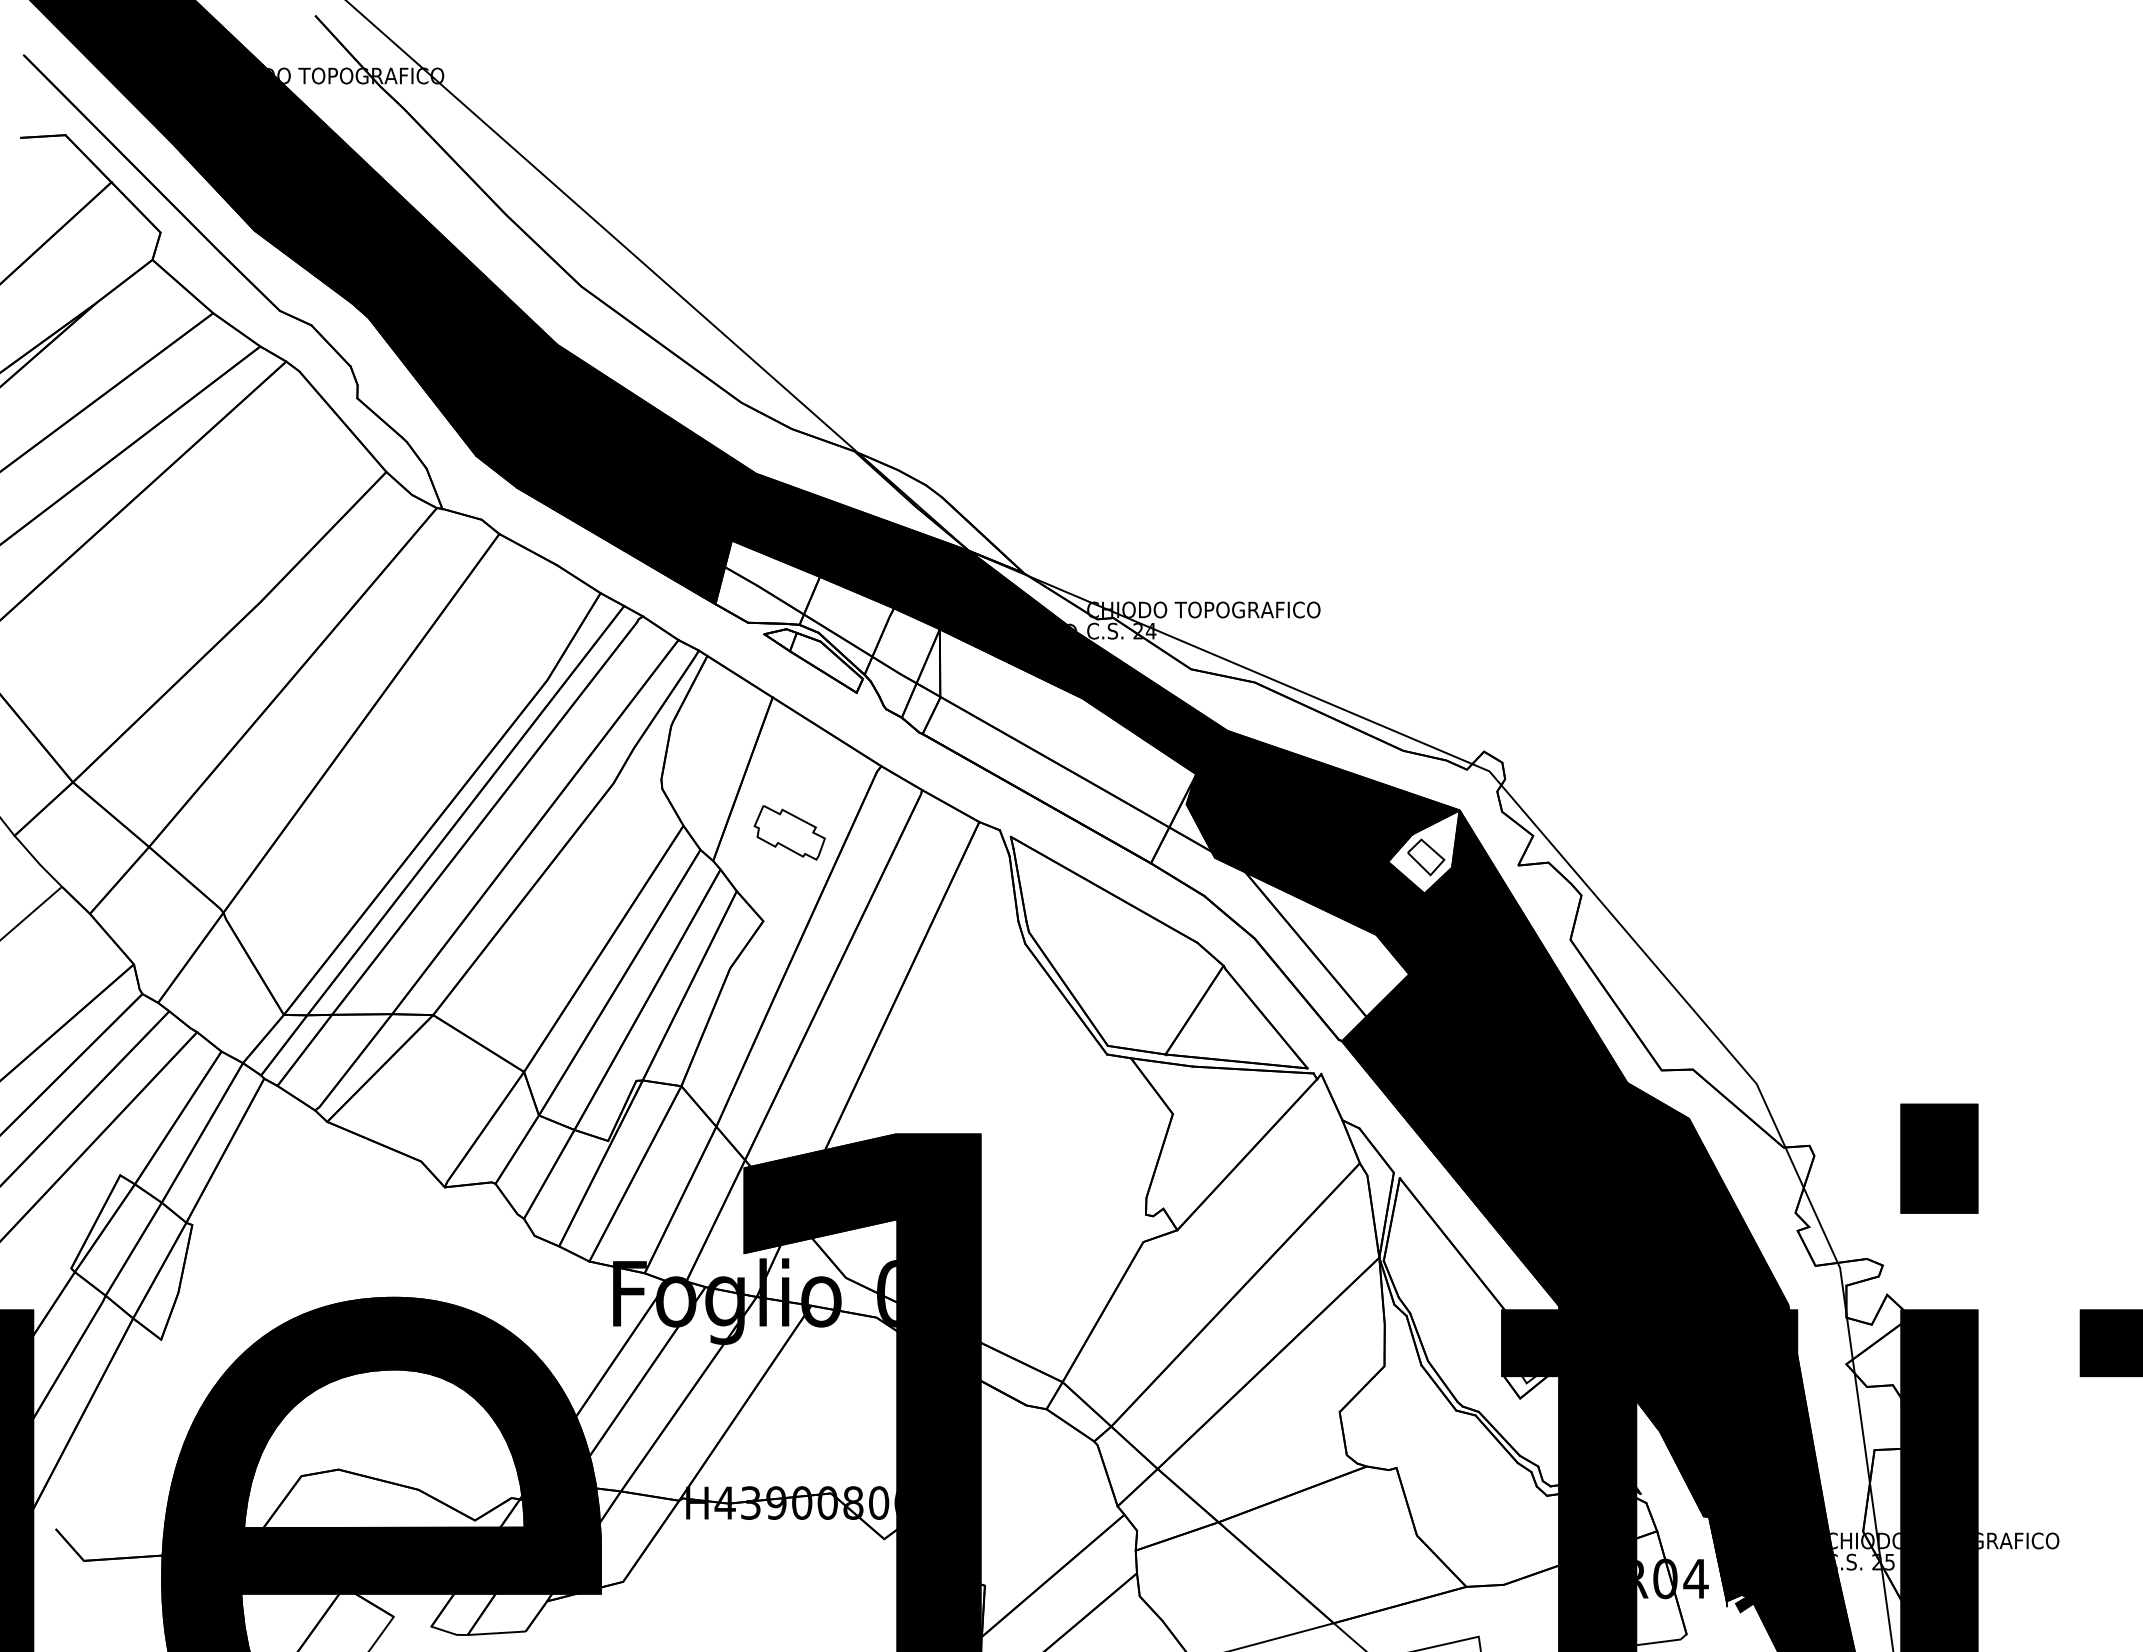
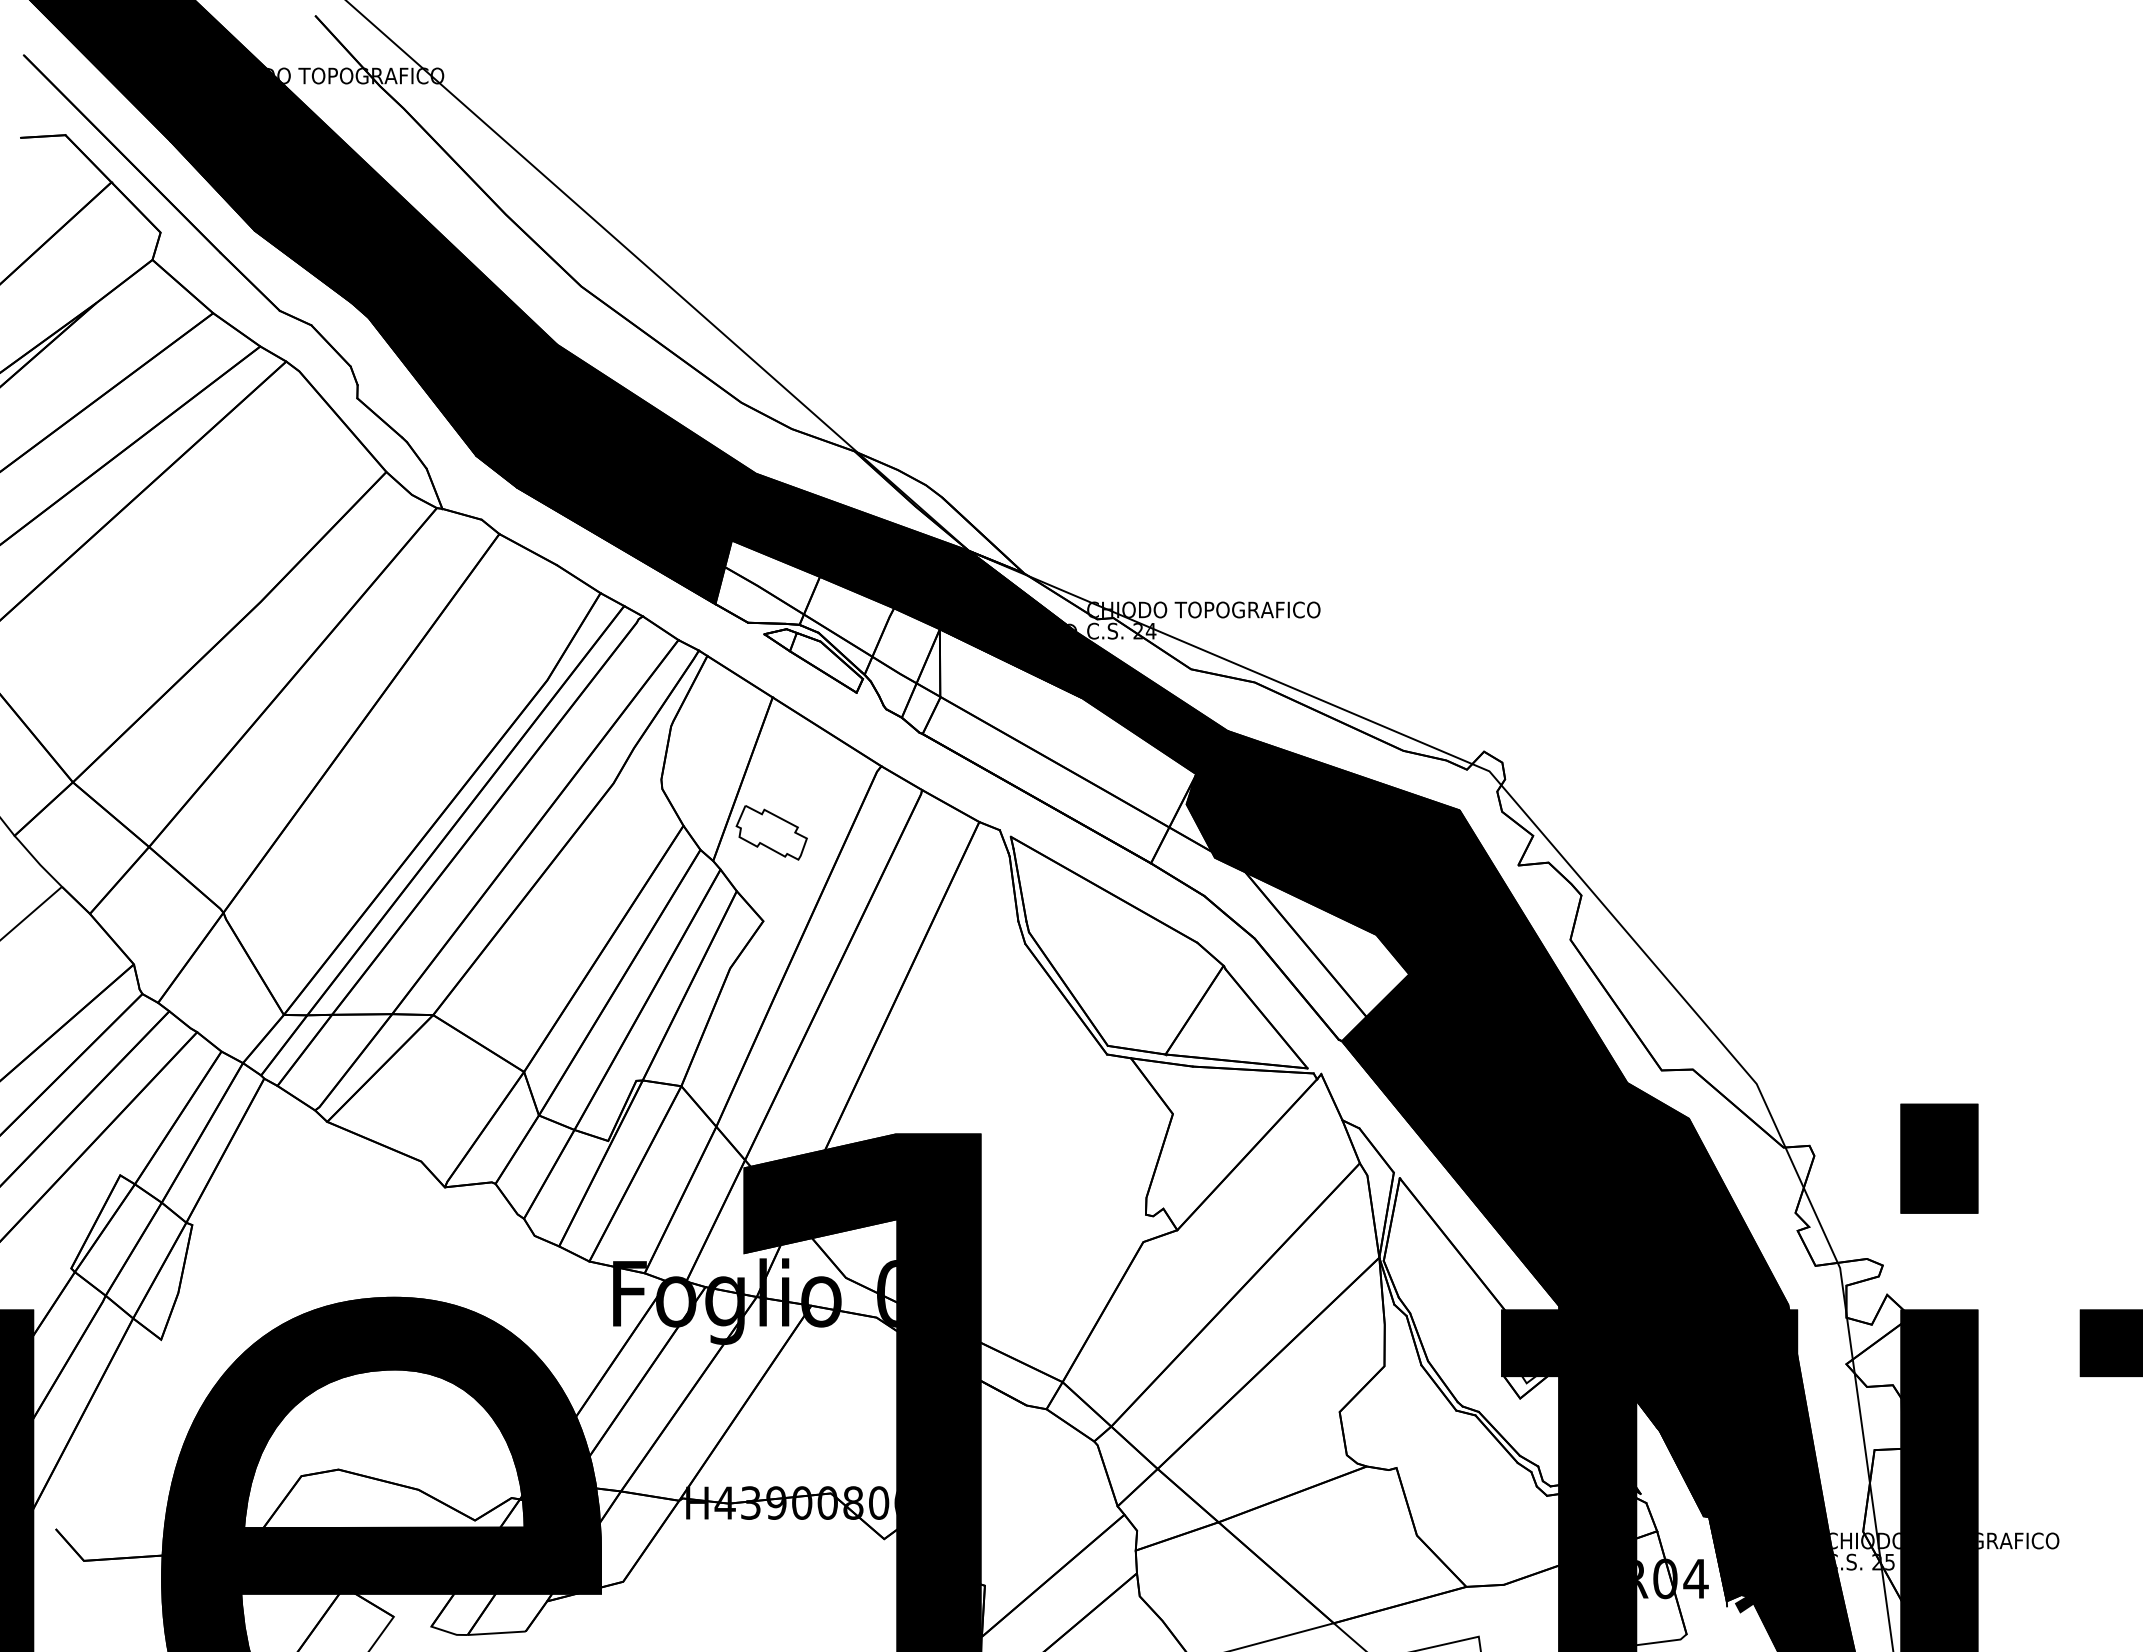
part at (789, 832) position: (789, 832) -> (771, 832)
fill at (1423, 851): none -> present
